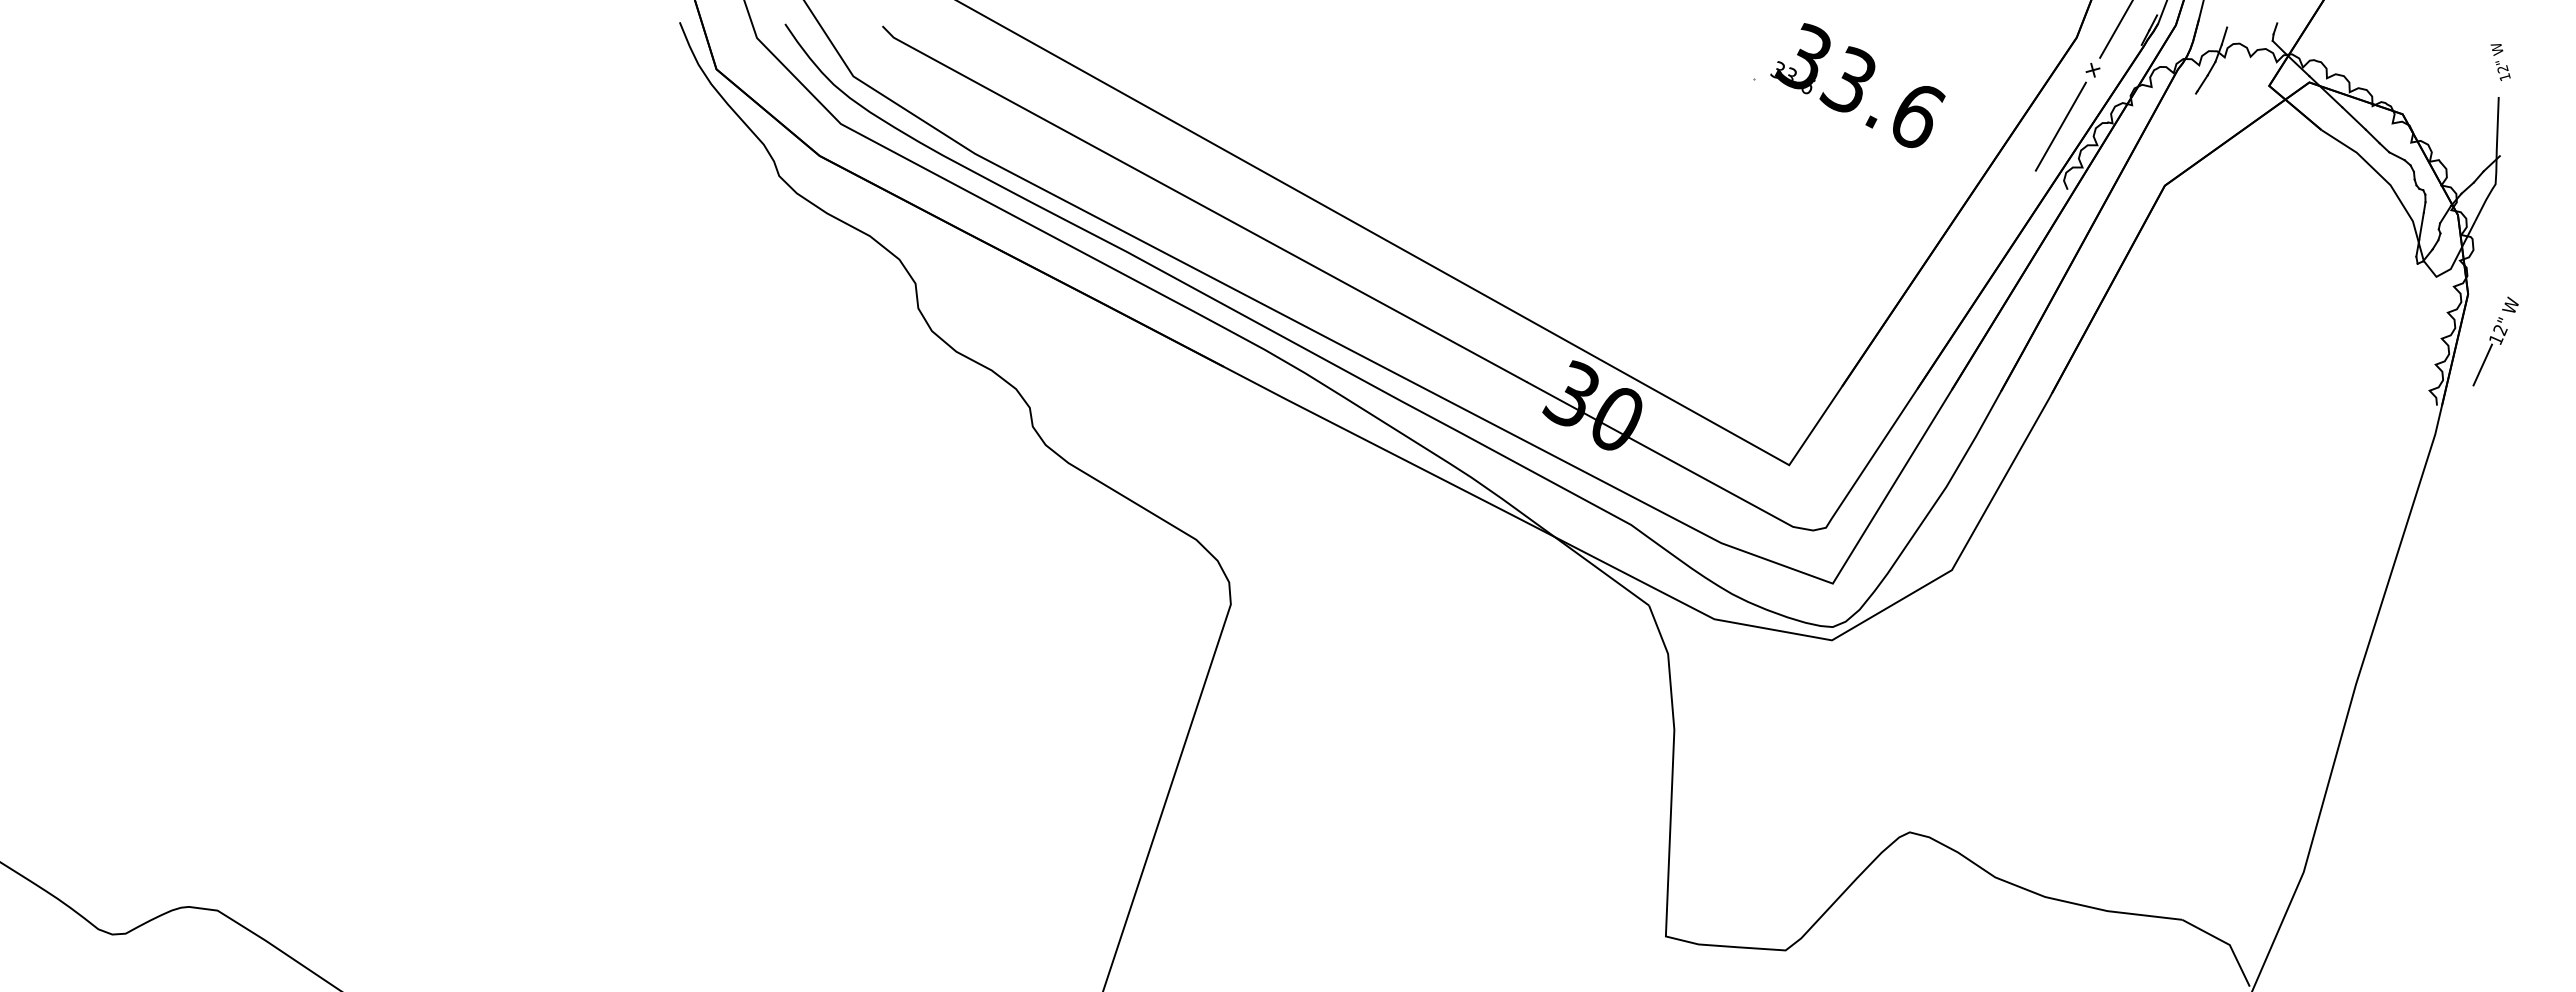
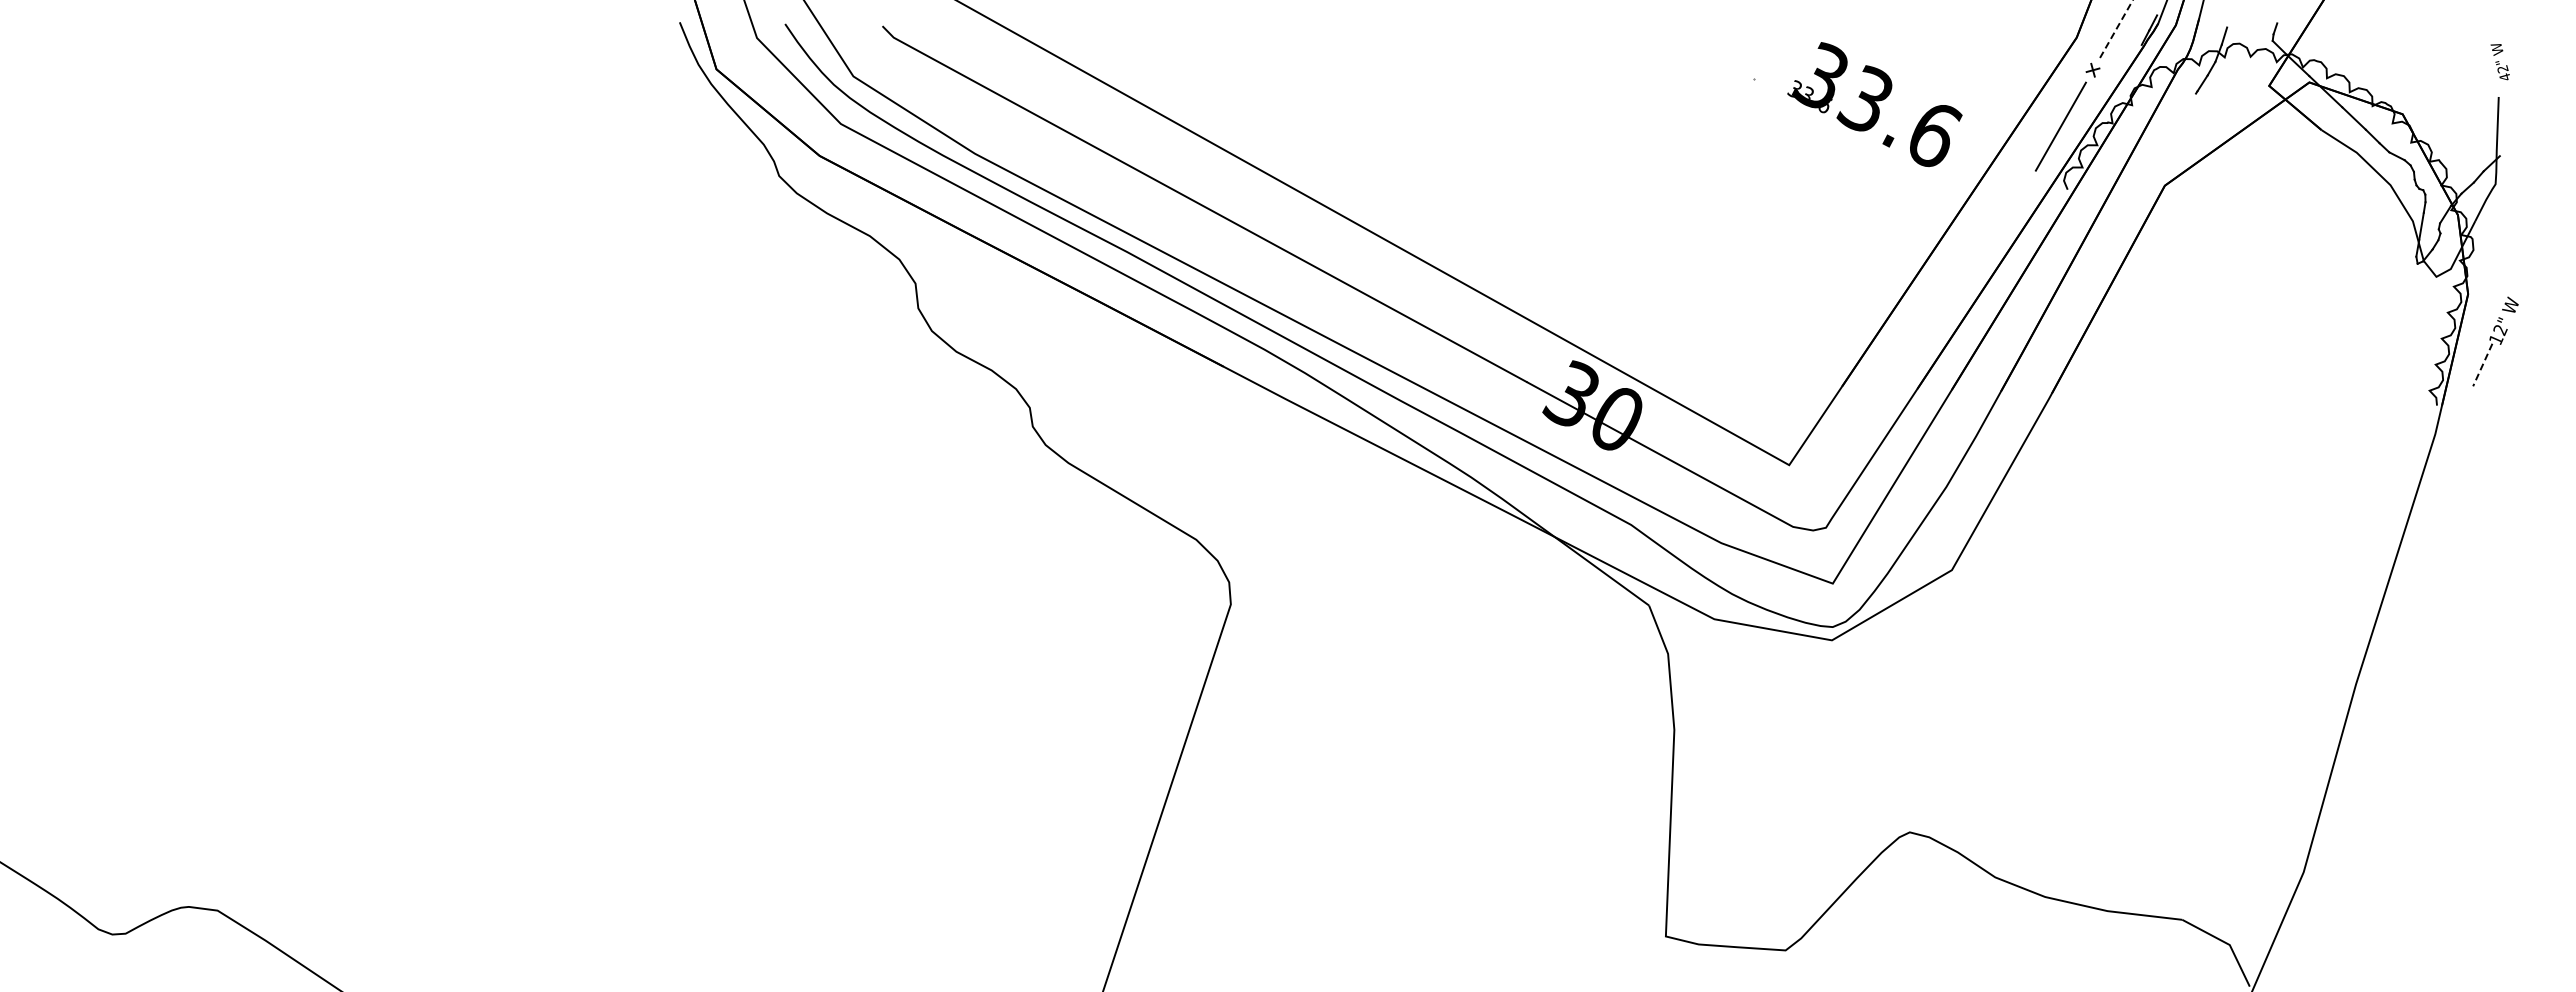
line at (2116, 29): solid -> dashed
text at (2504, 76): 12" -> 42"
text at (1857, 85) position: (1857, 85) -> (1874, 104)
line at (2482, 365): solid -> dashed
